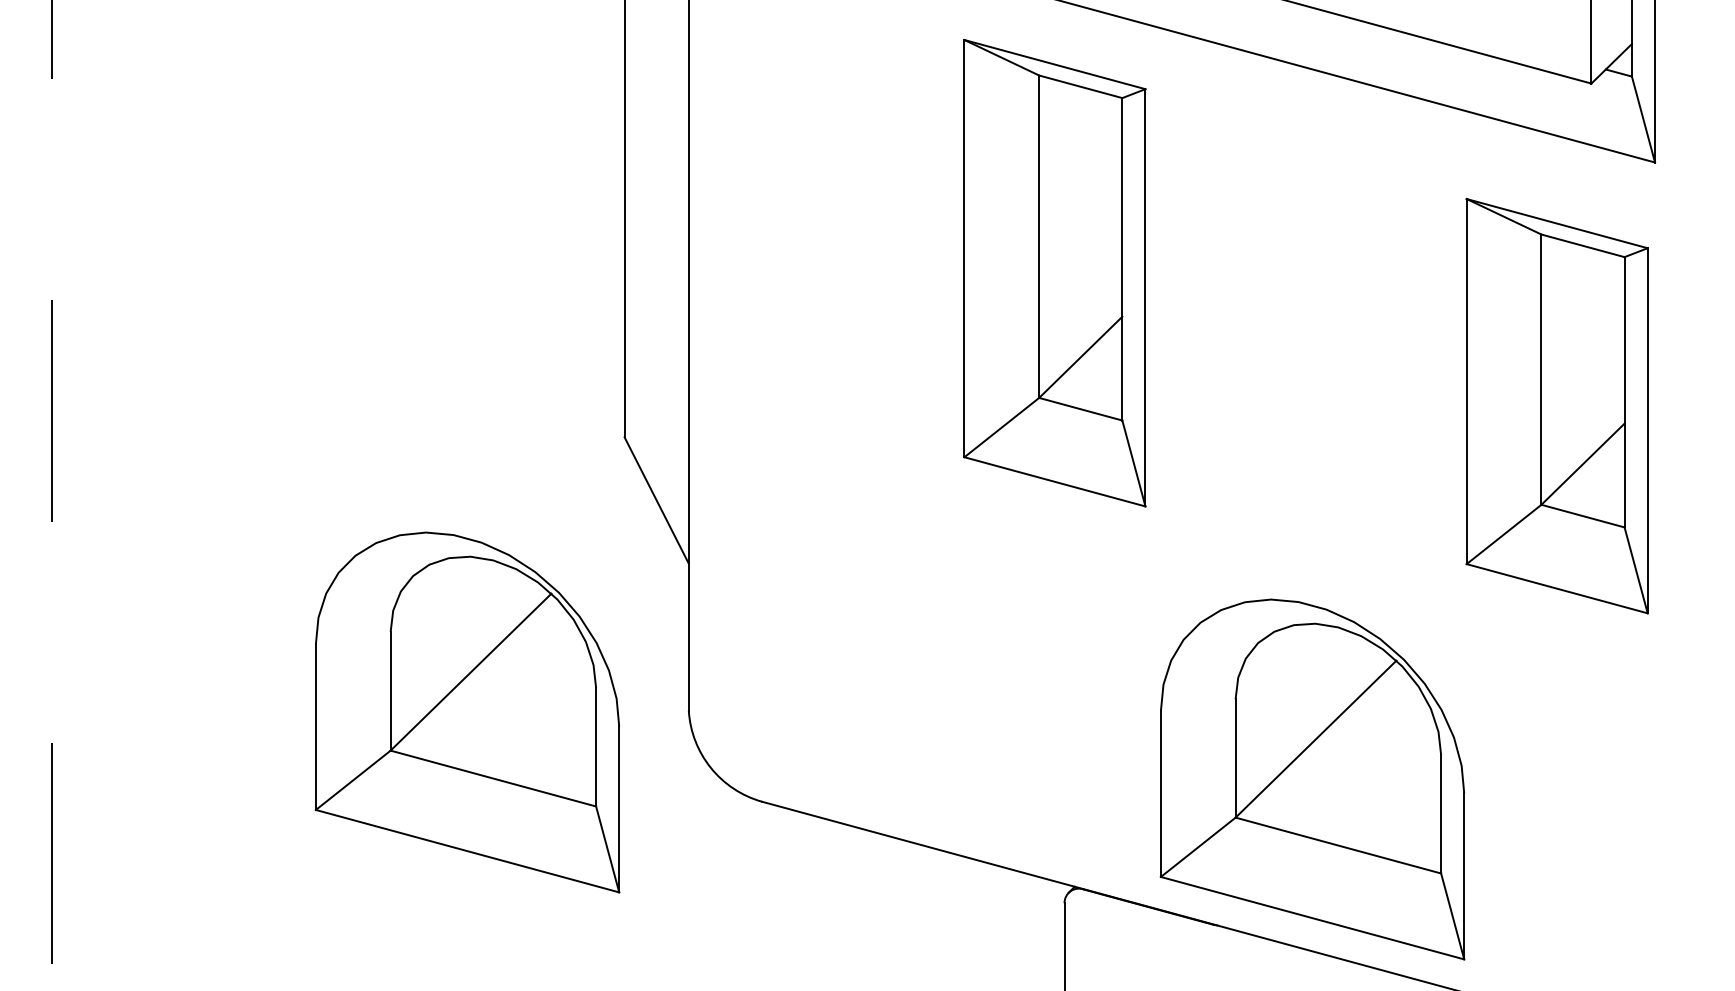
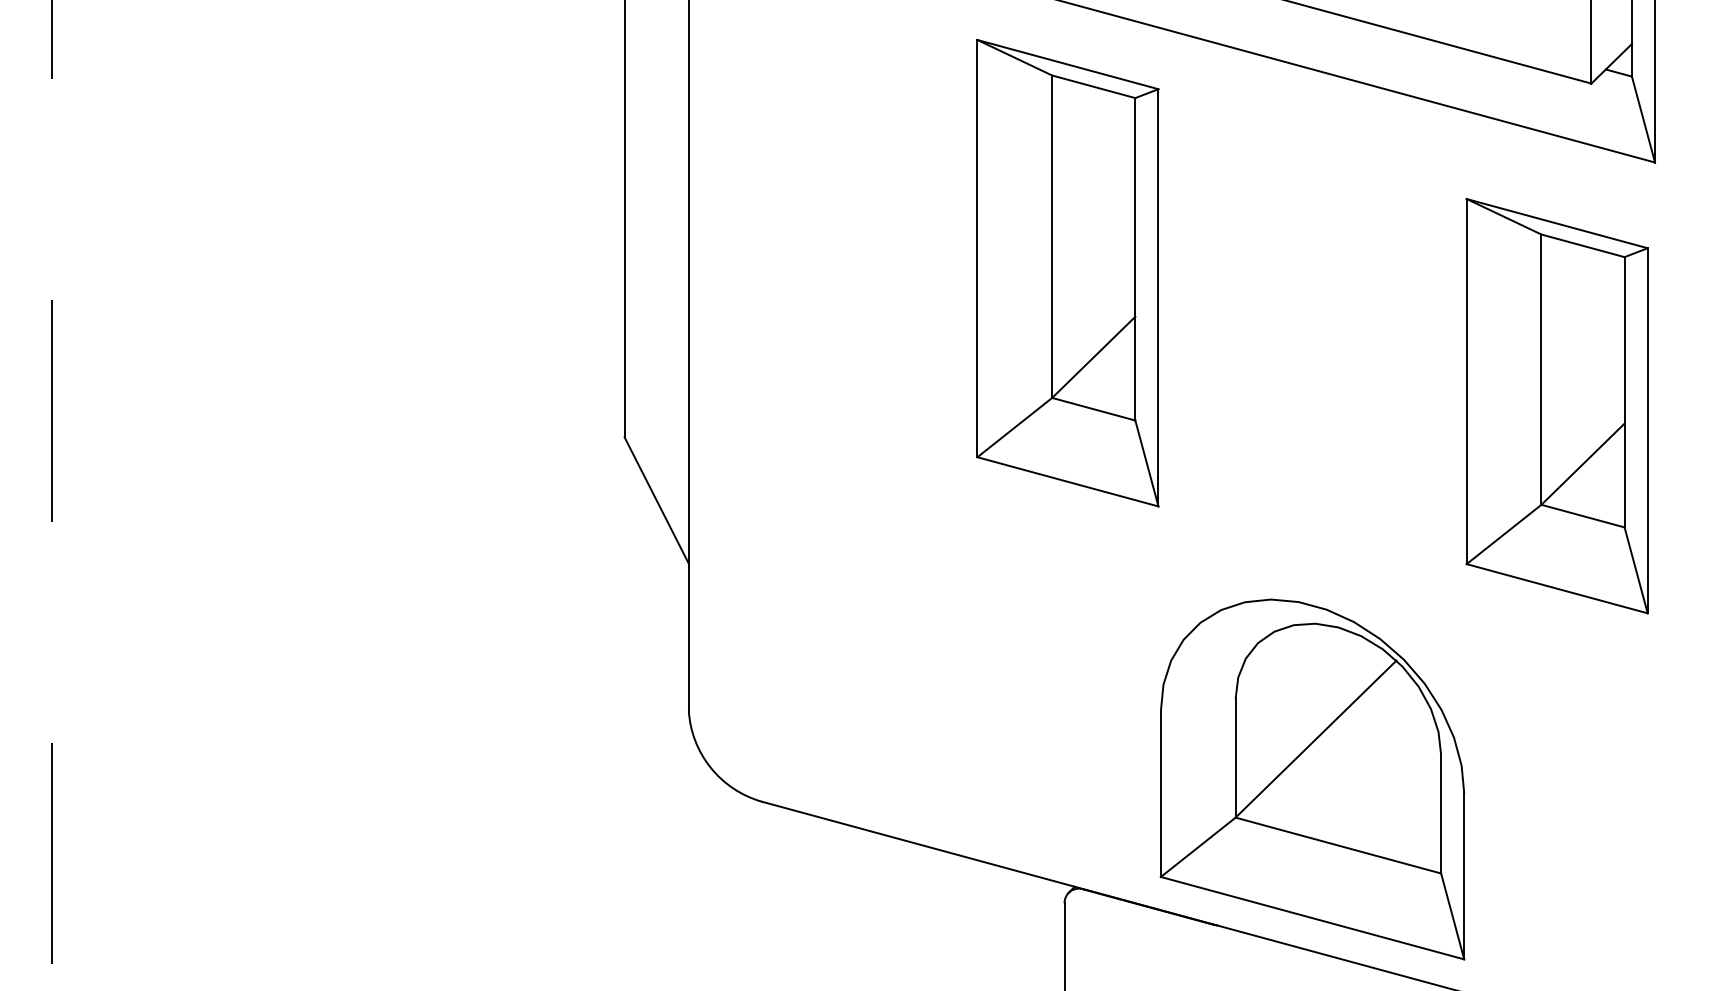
part at (1054, 272) position: (1054, 272) -> (1067, 272)
part at (467, 712): present -> none
